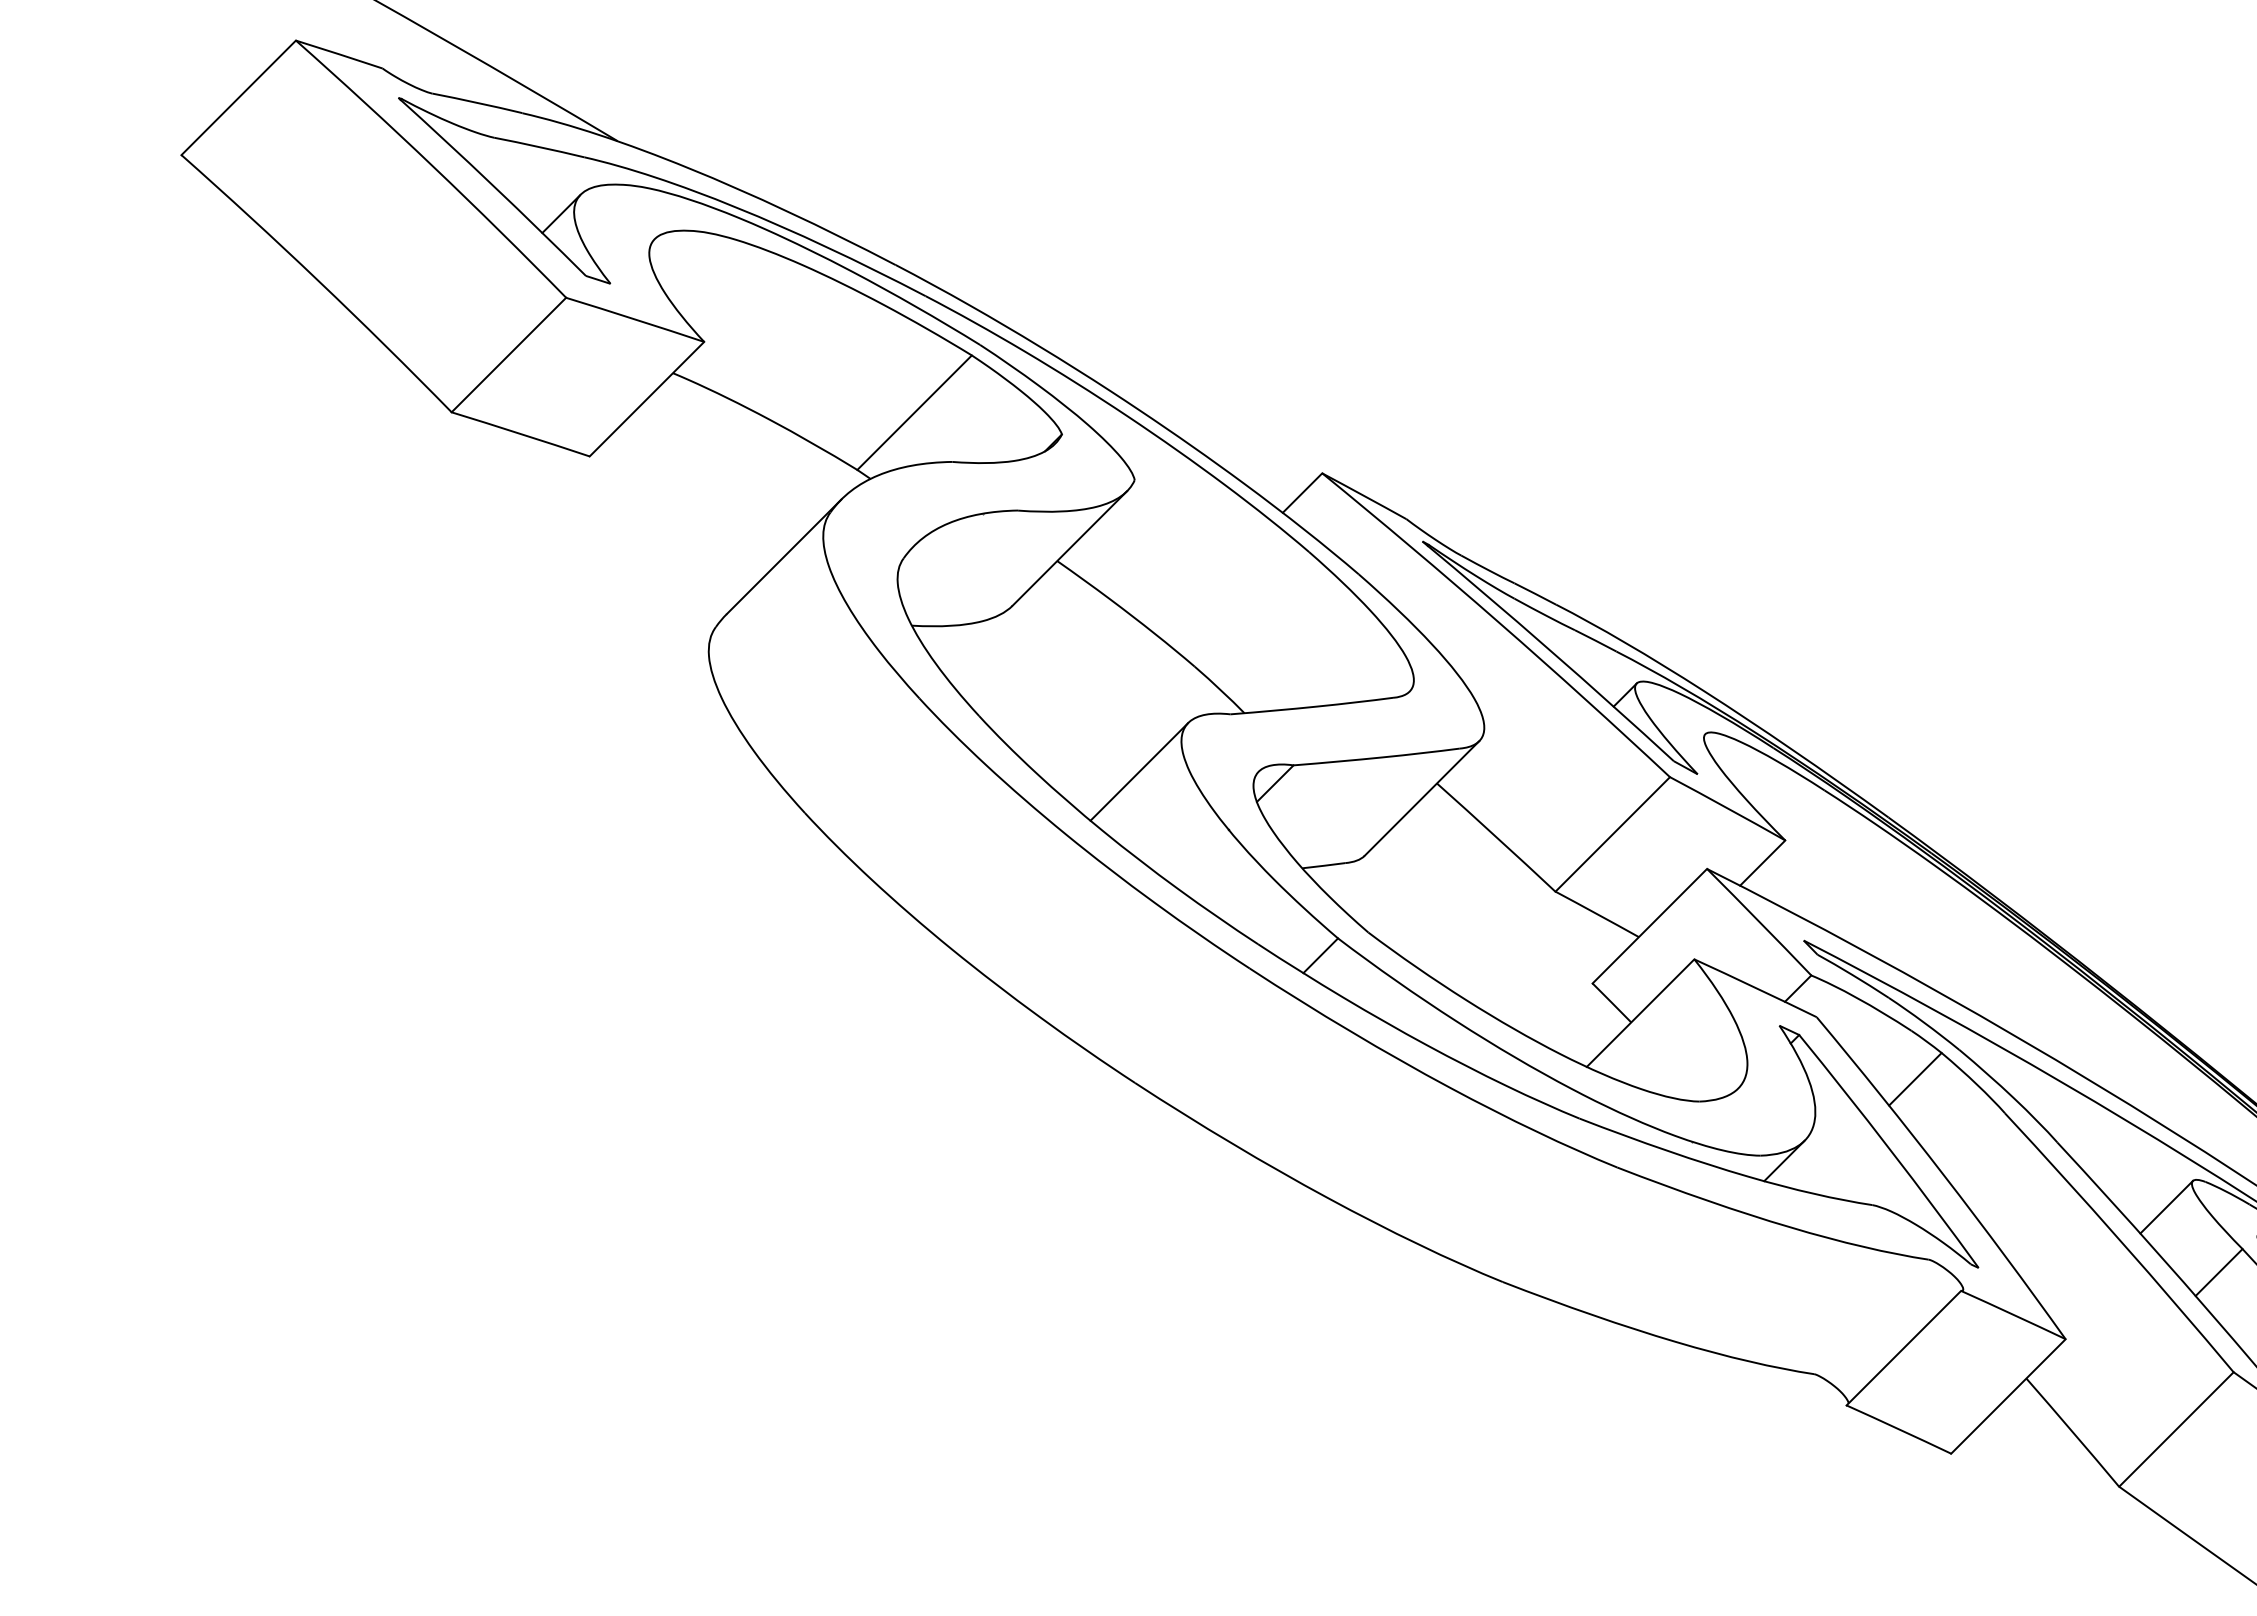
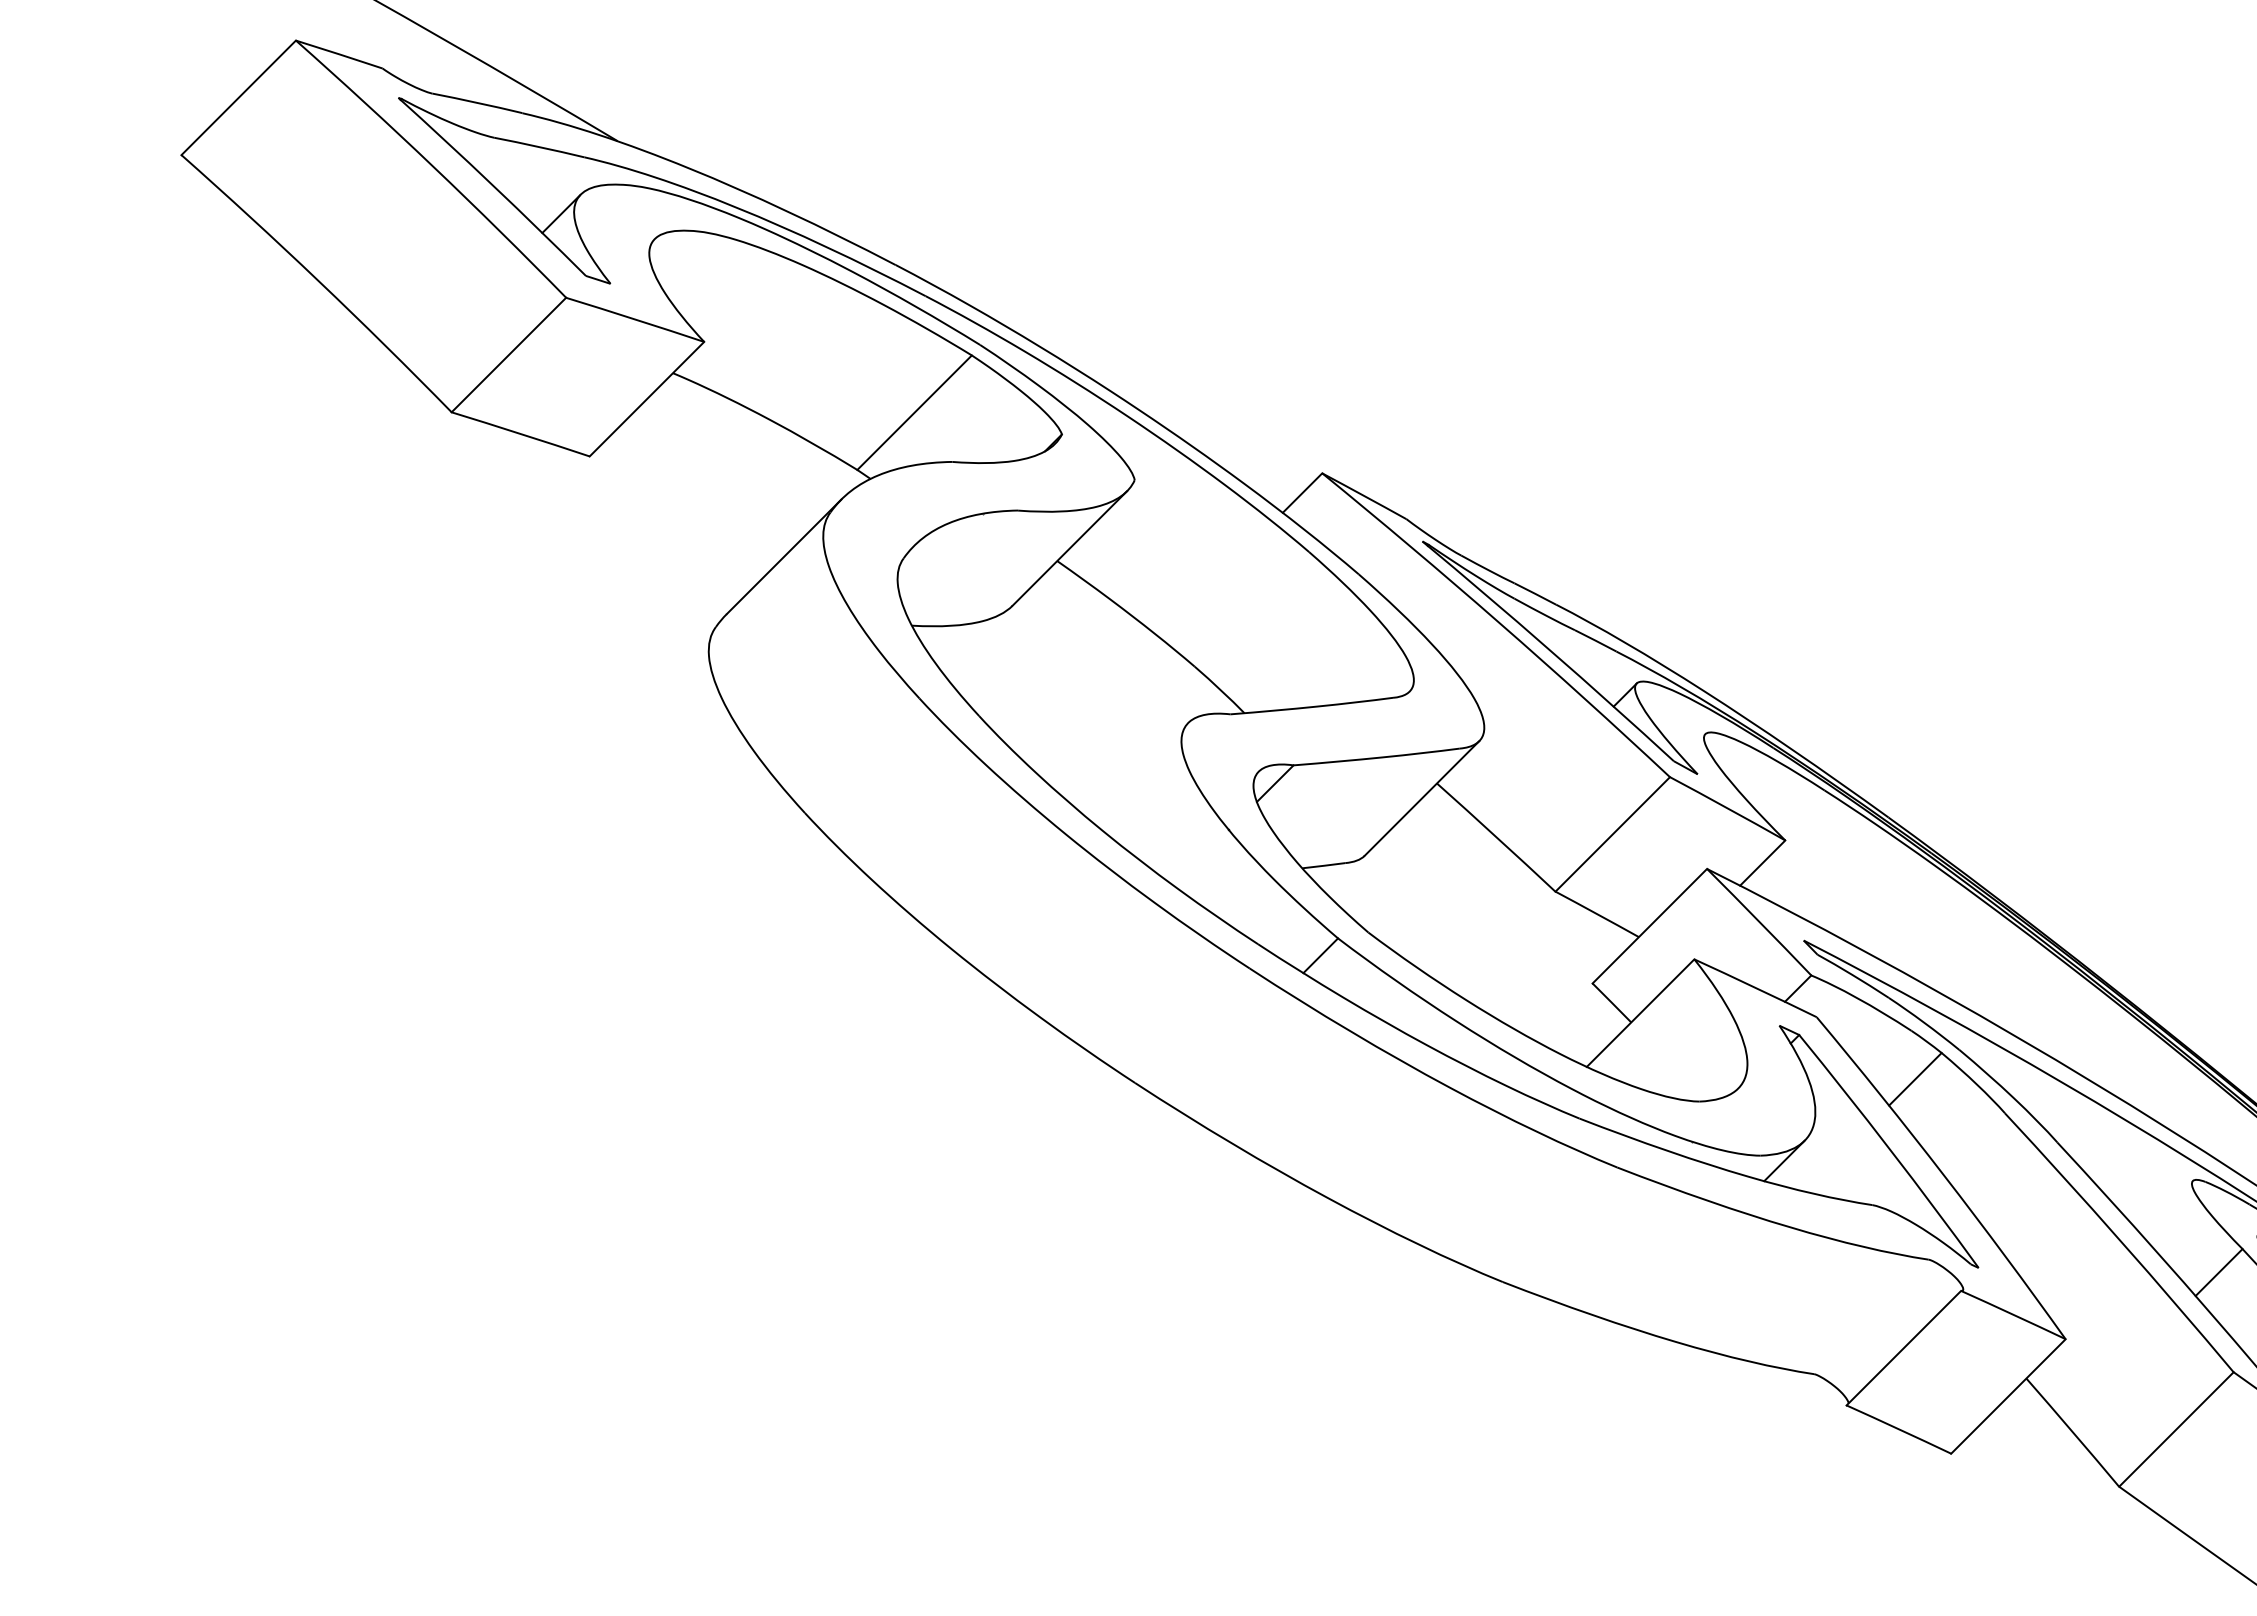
line at (1138, 771): present -> none
line at (2166, 1207): present -> none
